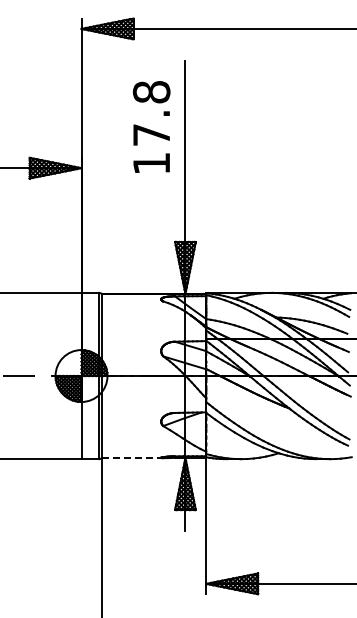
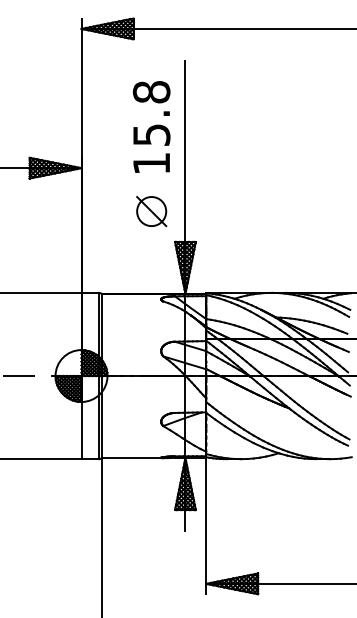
text at (151, 134): 17.8 -> 15.8
part at (151, 211): none -> present
line at (134, 458): dashed -> solid
